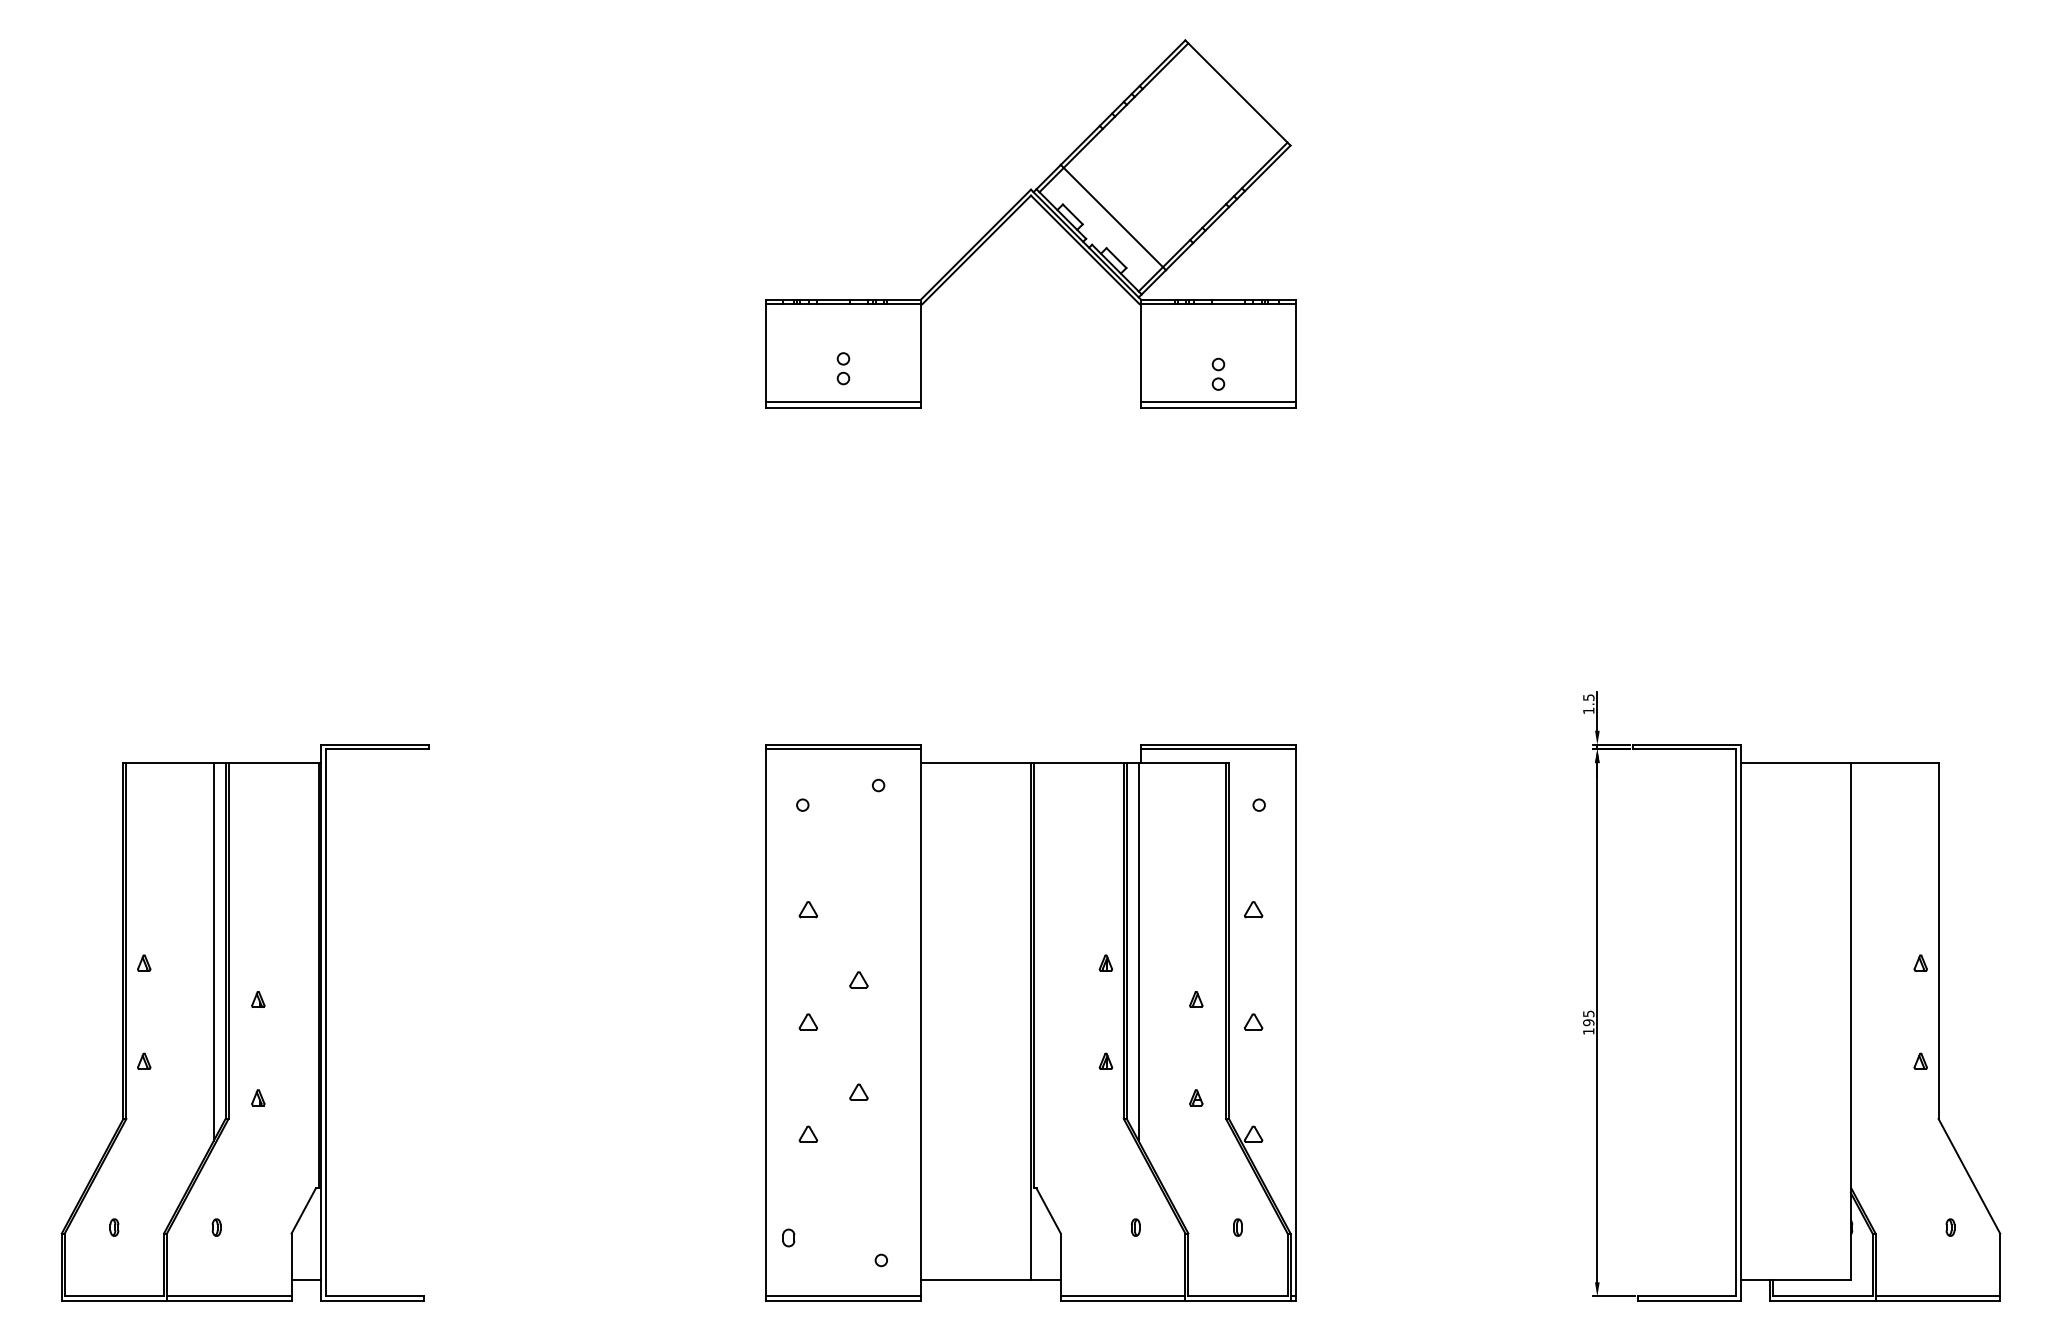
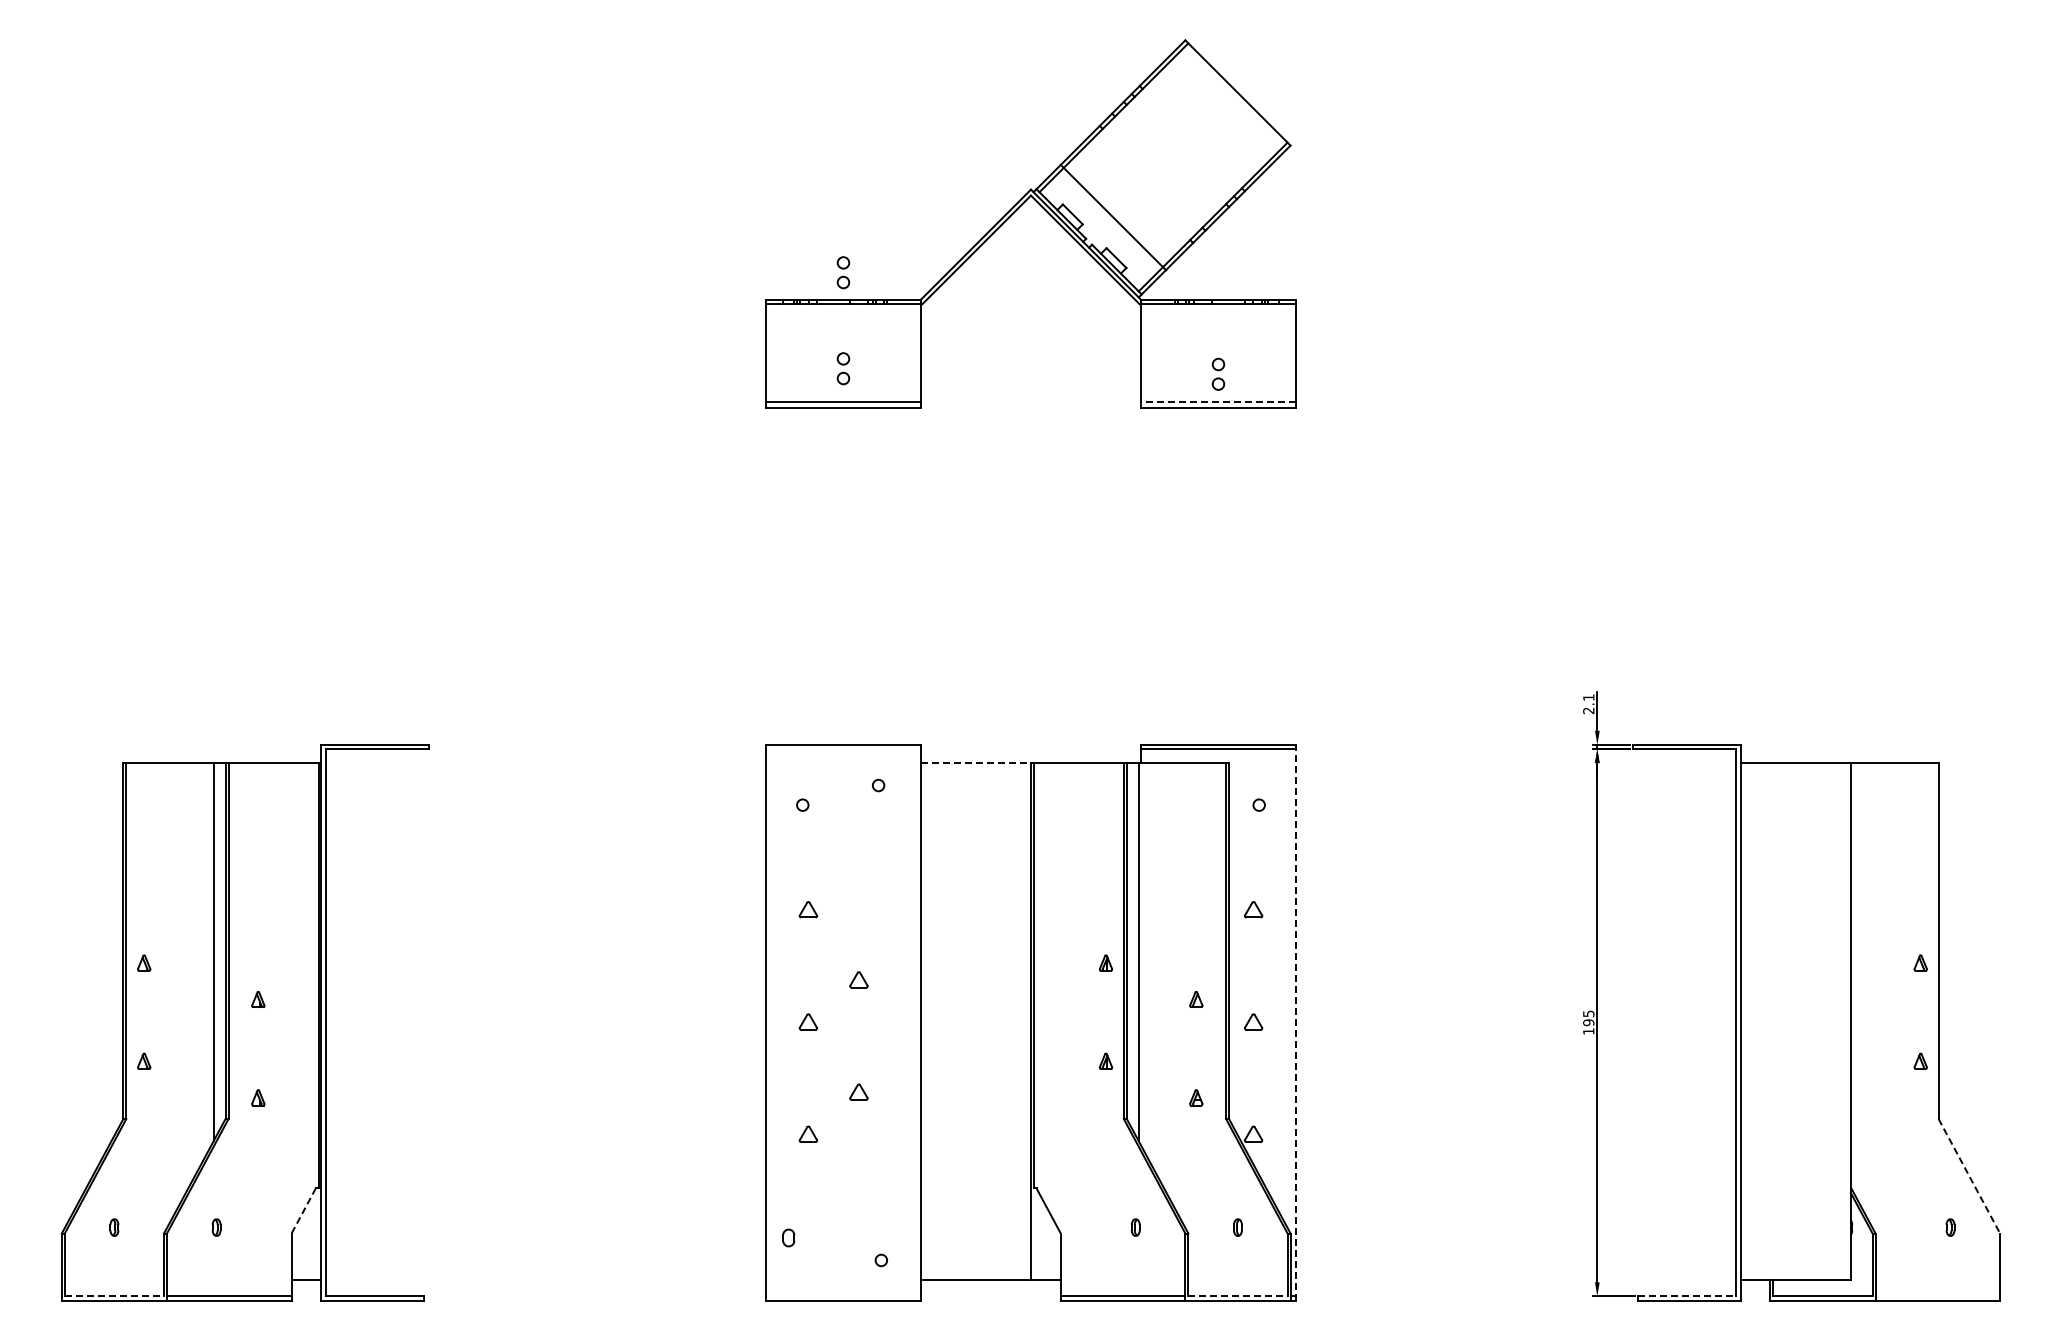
part at (843, 272): none -> present
line at (1217, 402): solid -> dashed
text at (1588, 704): 1.5 -> 2.1
line at (843, 749): present -> none
line at (976, 763): solid -> dashed
line at (1295, 1022): solid -> dashed
line at (1969, 1176): solid -> dashed
line at (303, 1210): solid -> dashed
line at (114, 1296): solid -> dashed
line at (843, 1296): present -> none
line at (1237, 1296): solid -> dashed
line at (1687, 1296): solid -> dashed
line at (1937, 1296): present -> none
